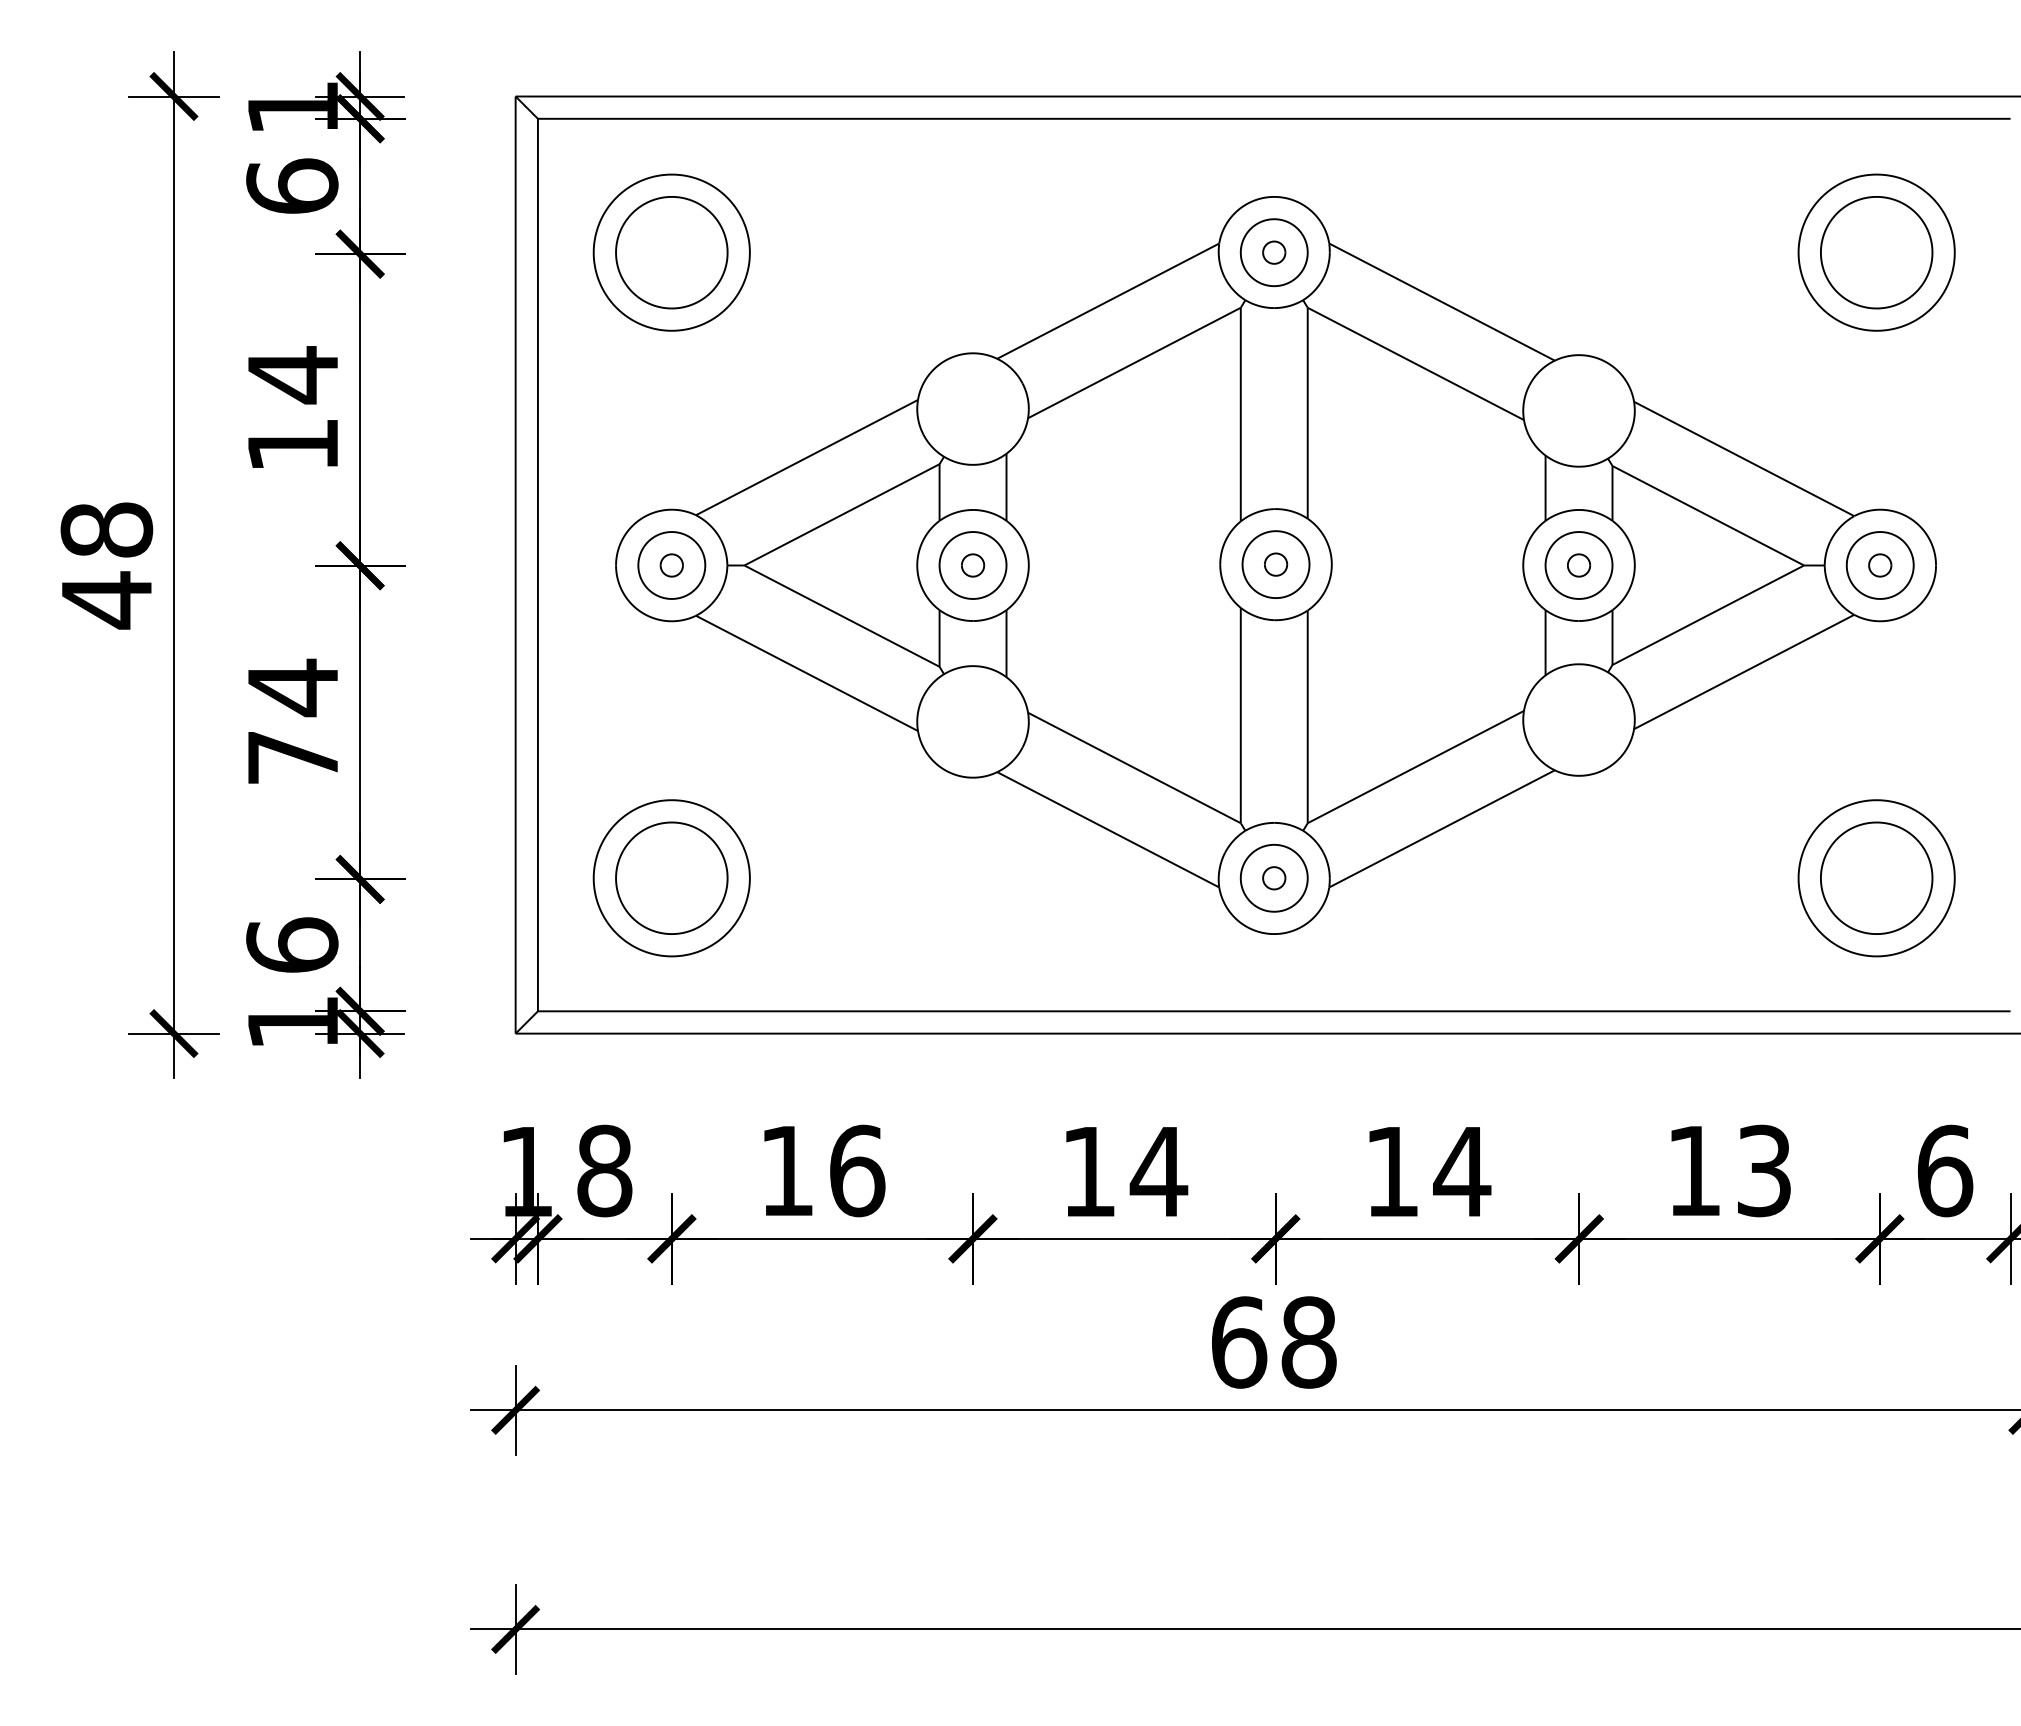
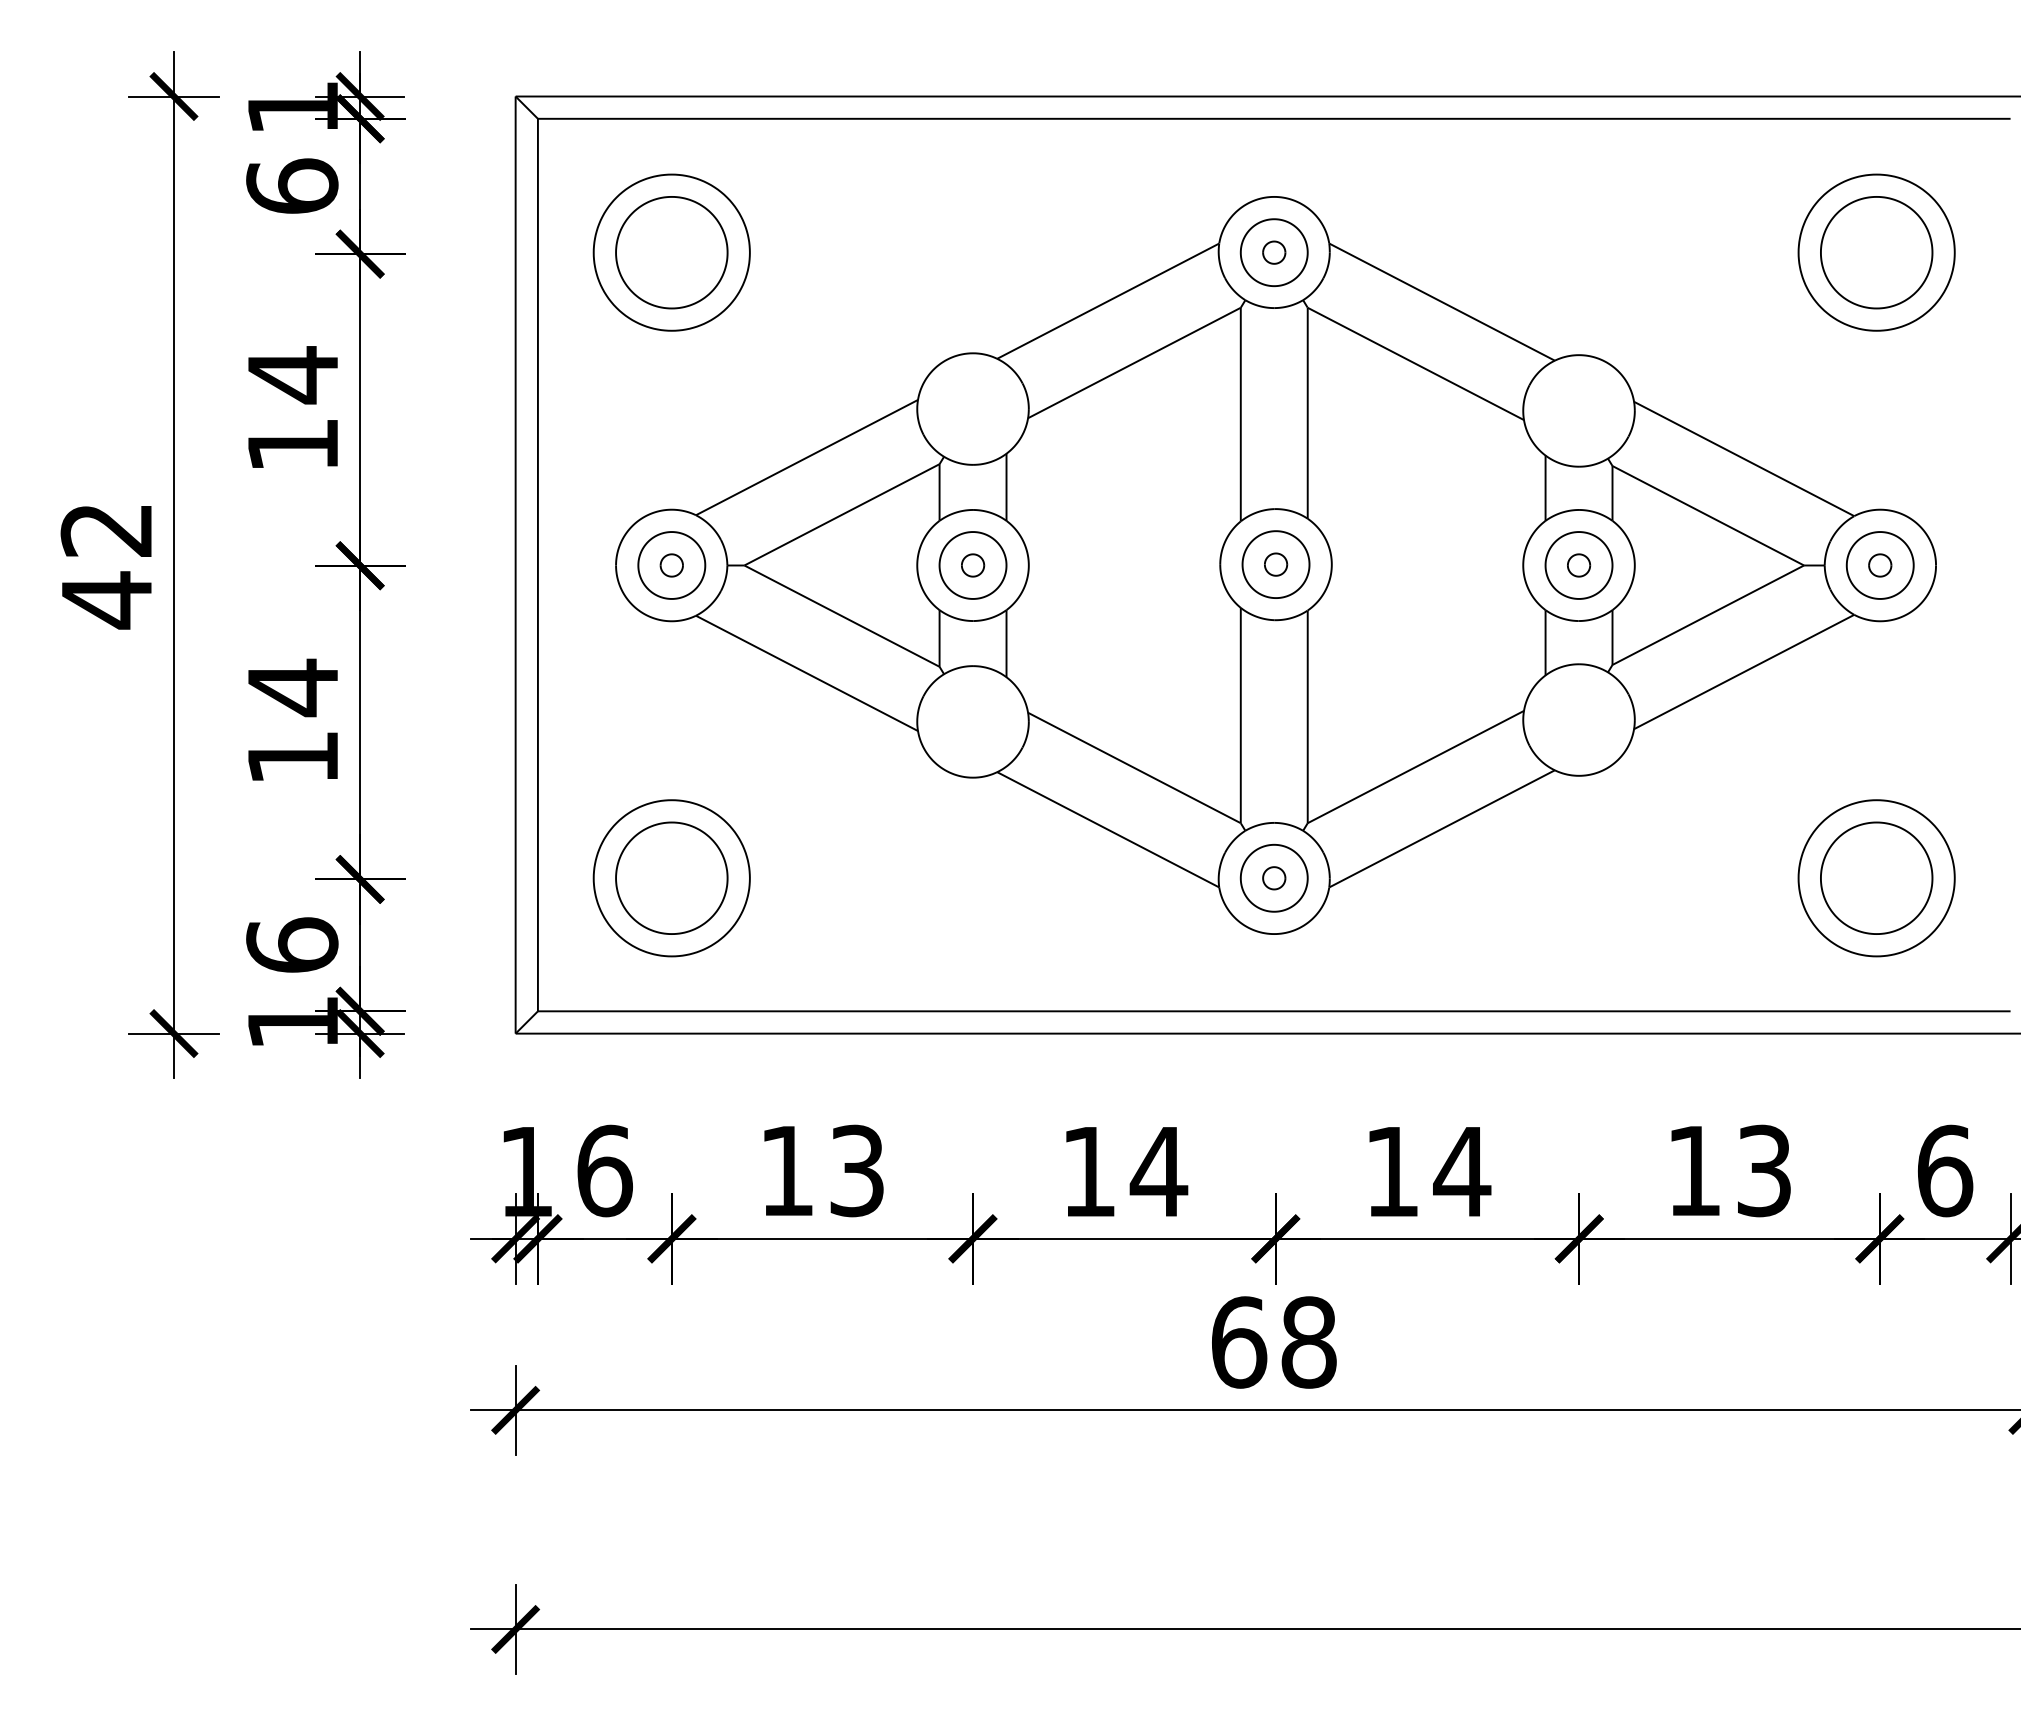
text at (106, 529): 48 -> 42
text at (292, 757): 74 -> 14
text at (604, 1170): 8 -> 6
text at (857, 1170): 16 -> 13
